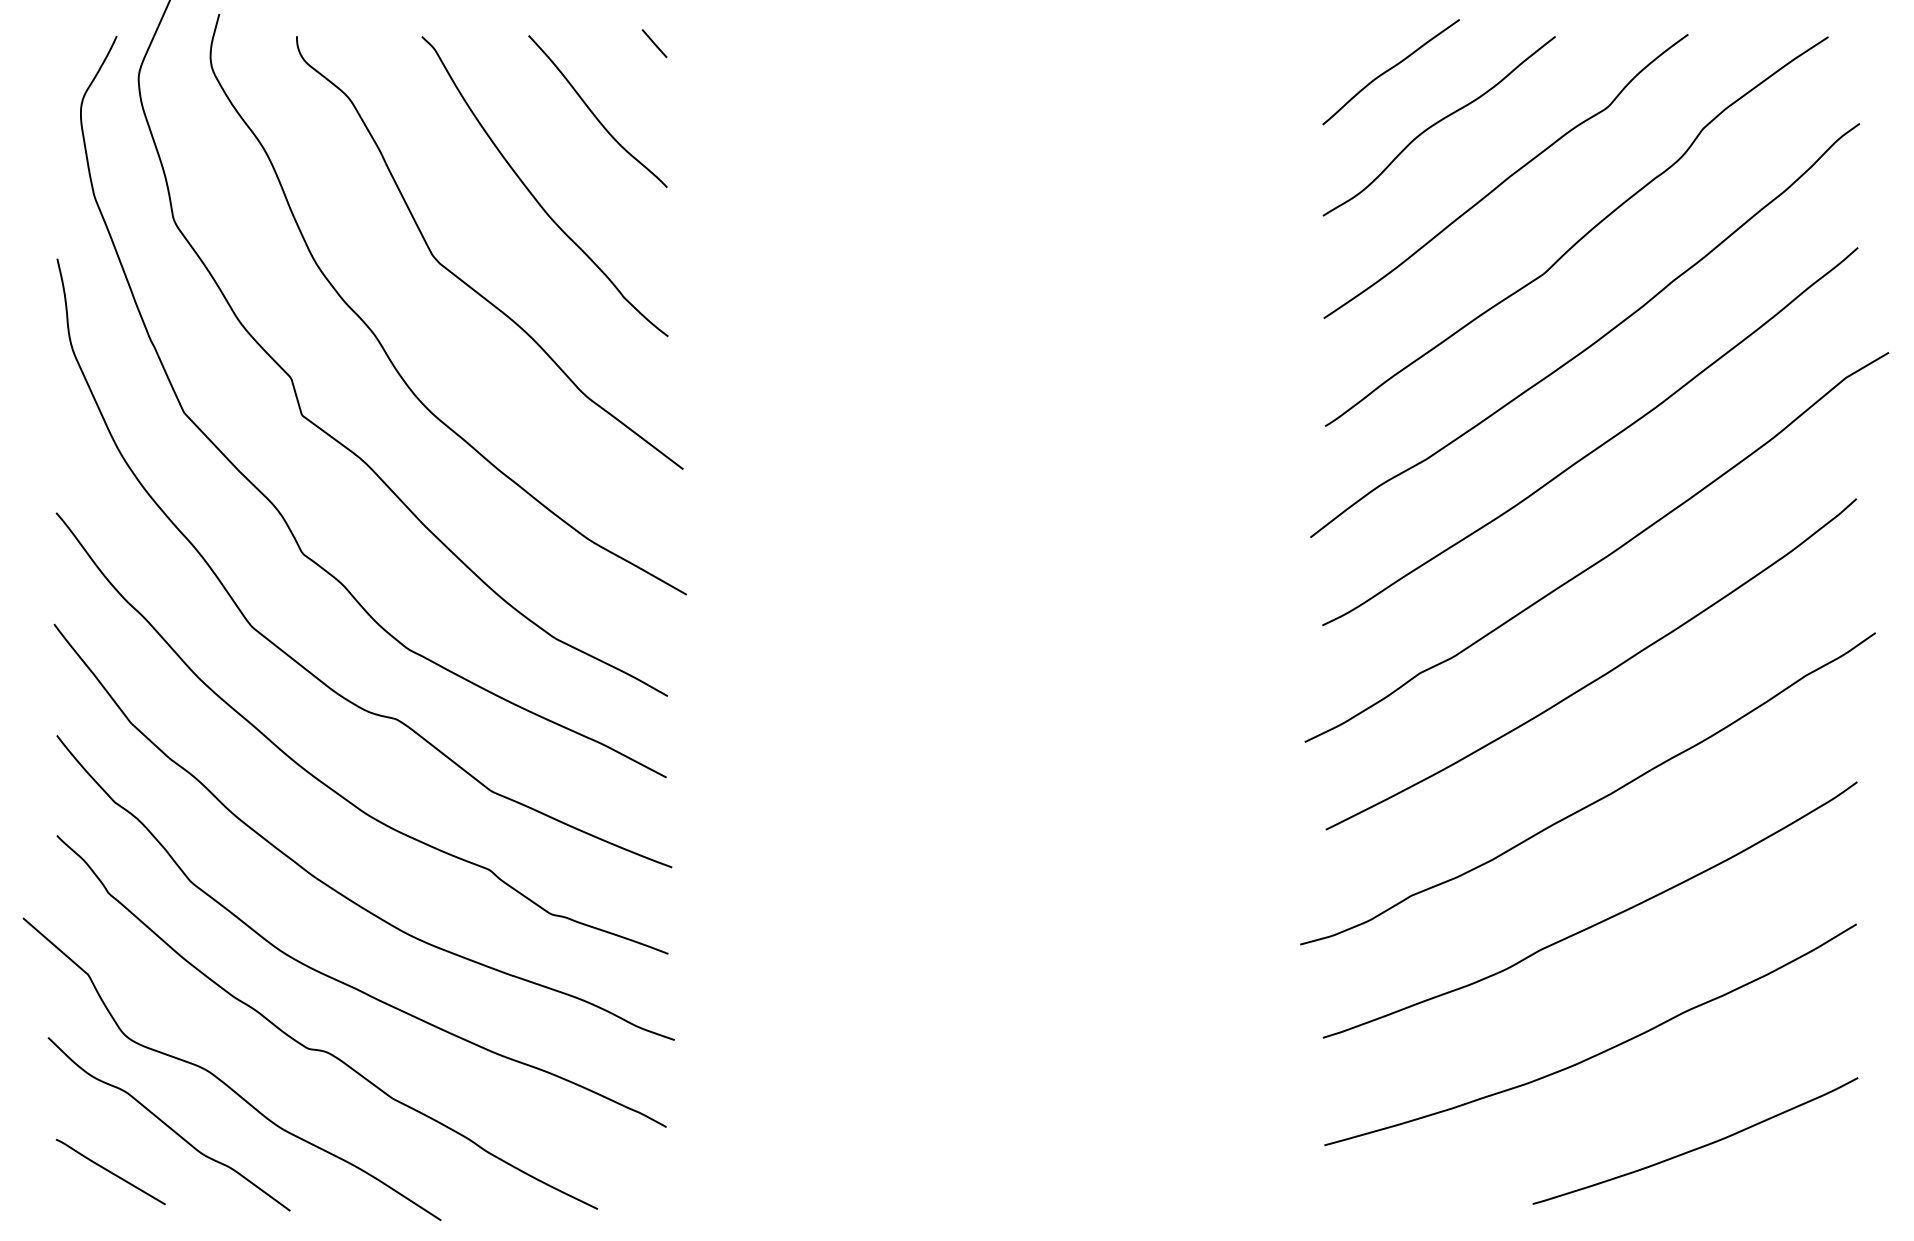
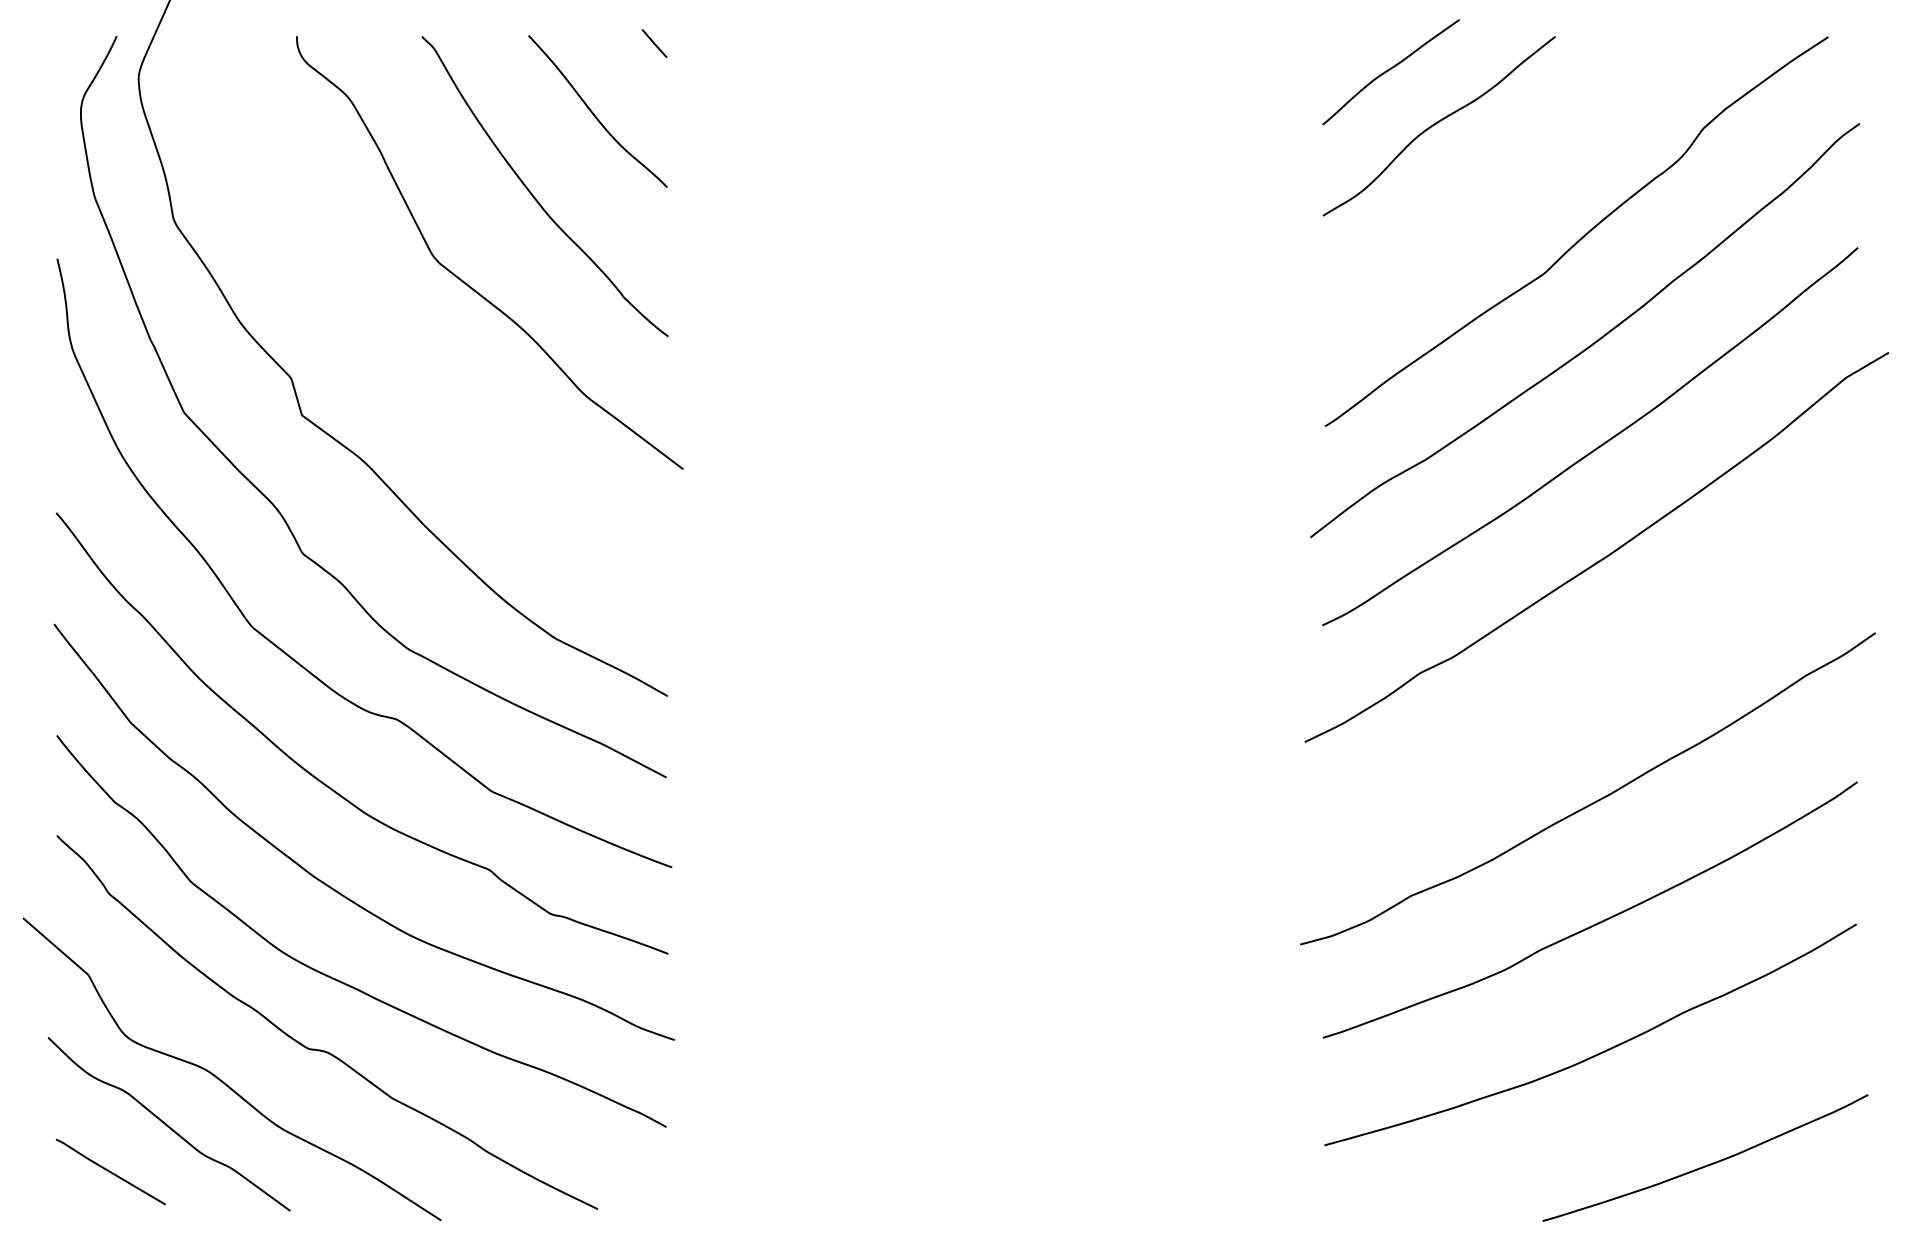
curve at (1507, 177): present -> none
curve at (383, 346): present -> none
curve at (1599, 676): present -> none
curve at (1697, 1147) position: (1697, 1147) -> (1707, 1164)
